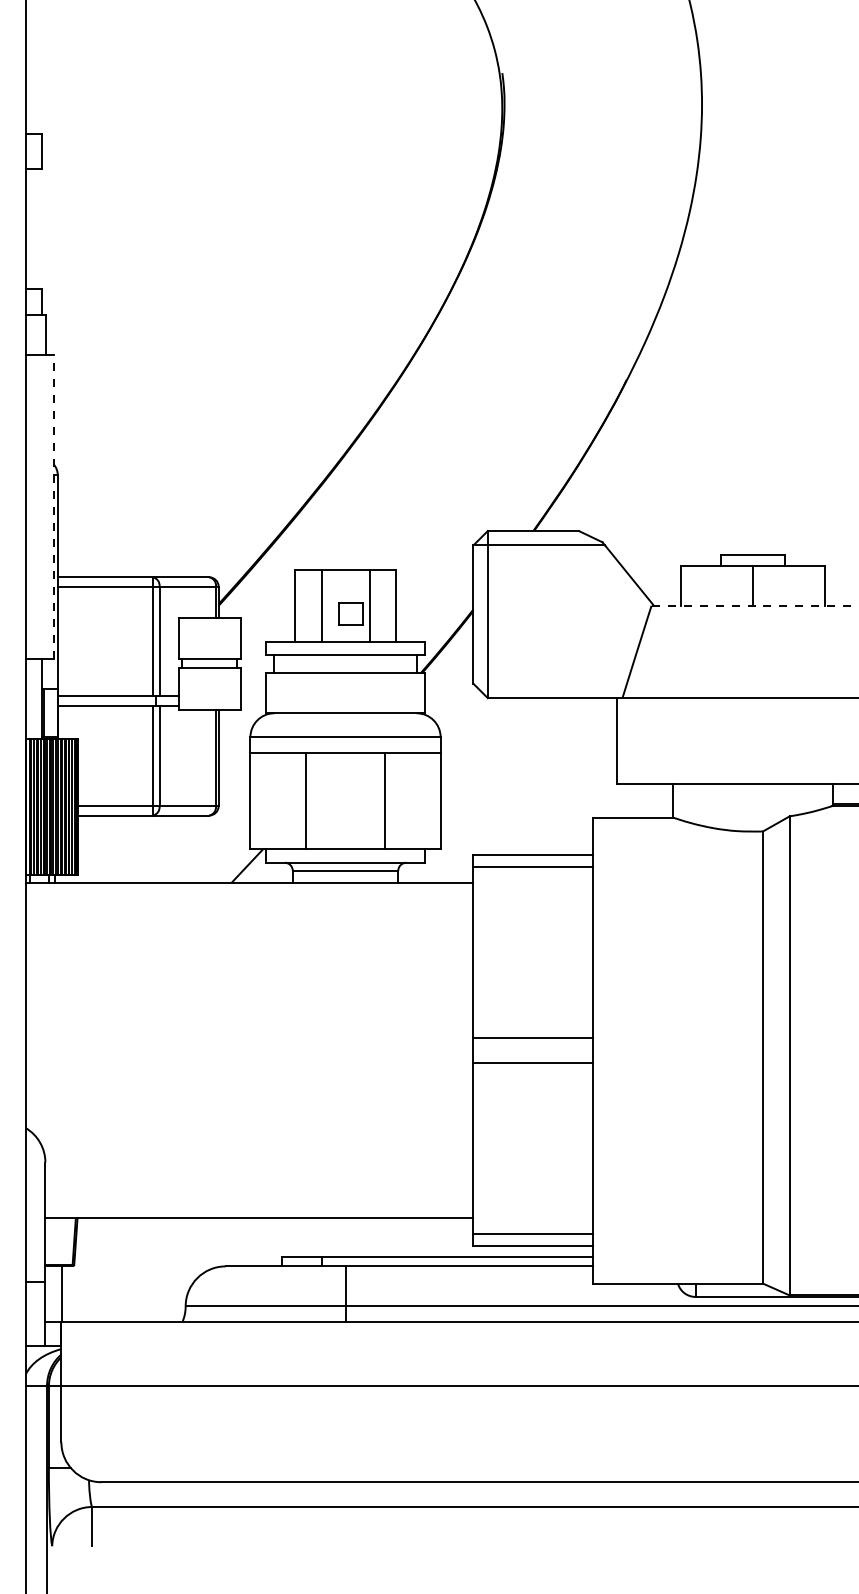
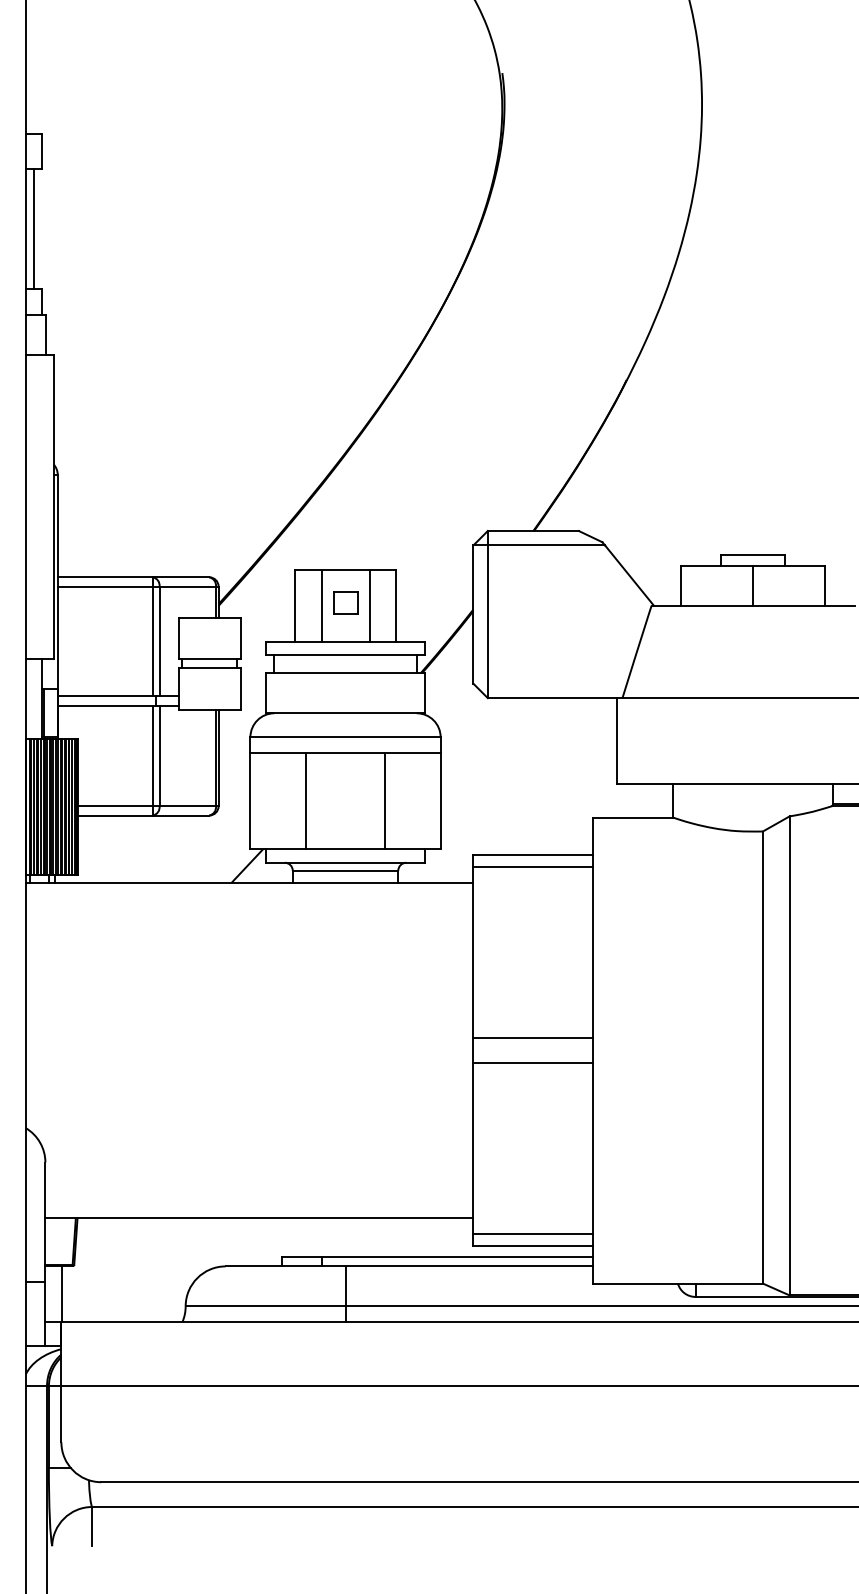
line at (33, 229): none -> present
line at (53, 507): dashed -> solid
line at (753, 605): dashed -> solid
part at (350, 613) position: (350, 613) -> (345, 602)
